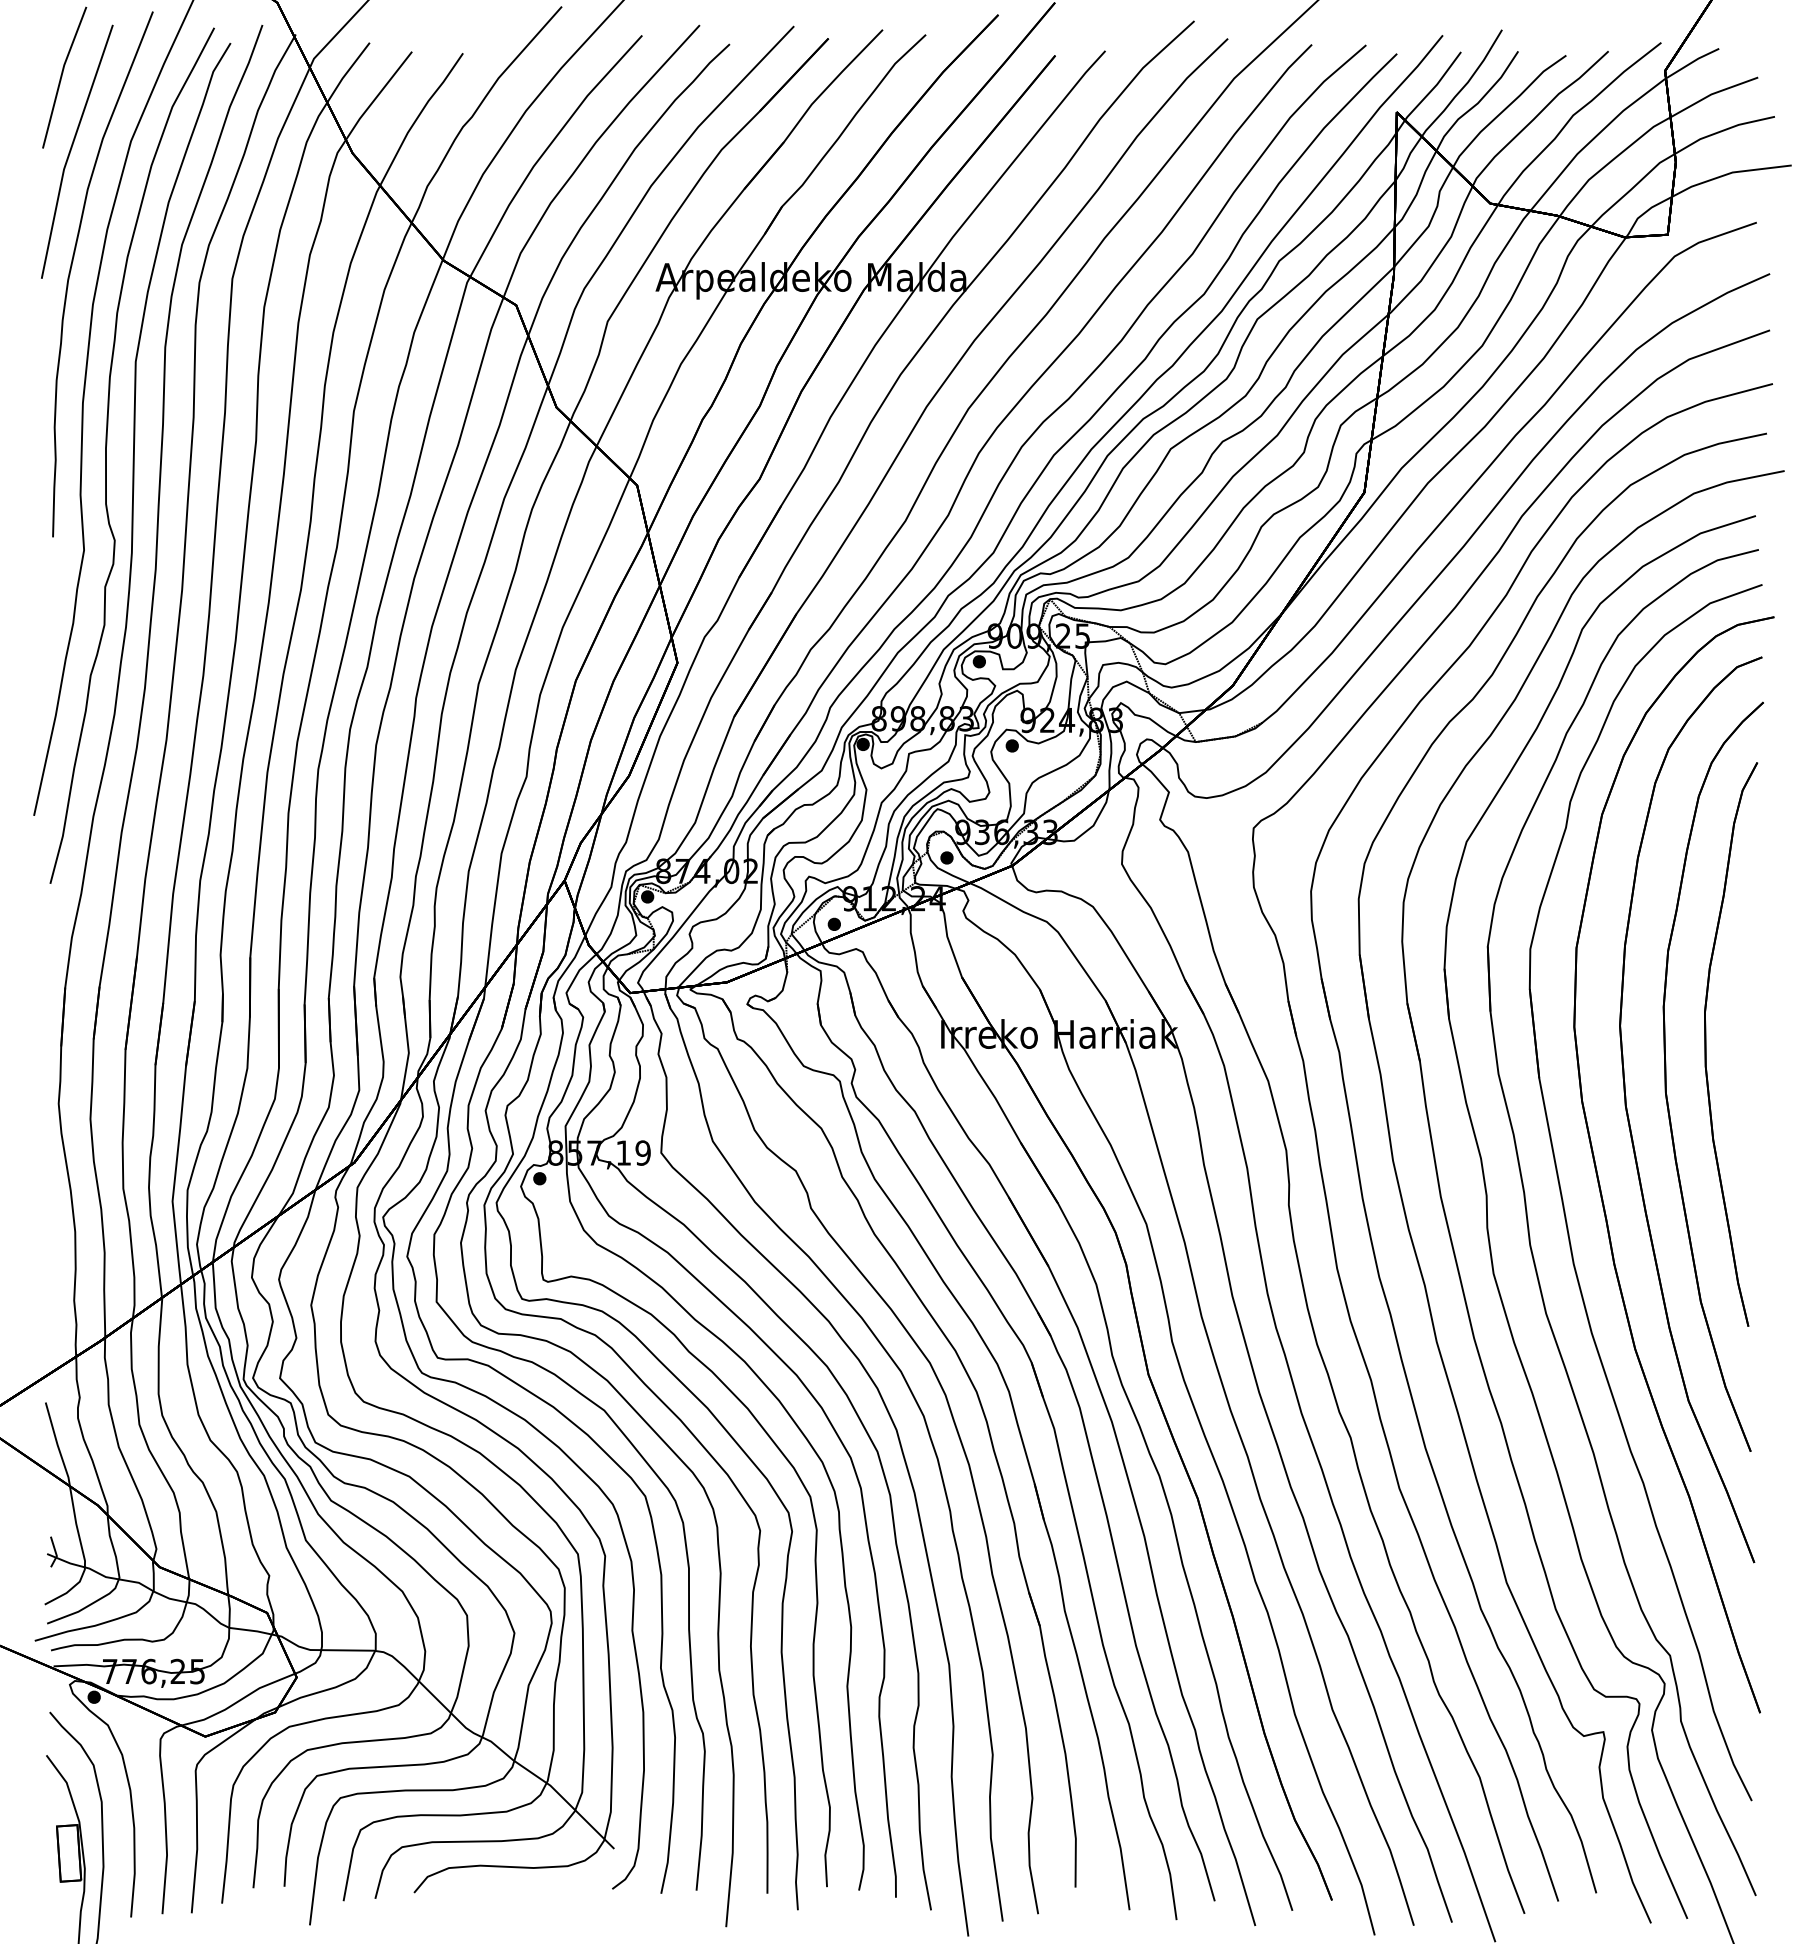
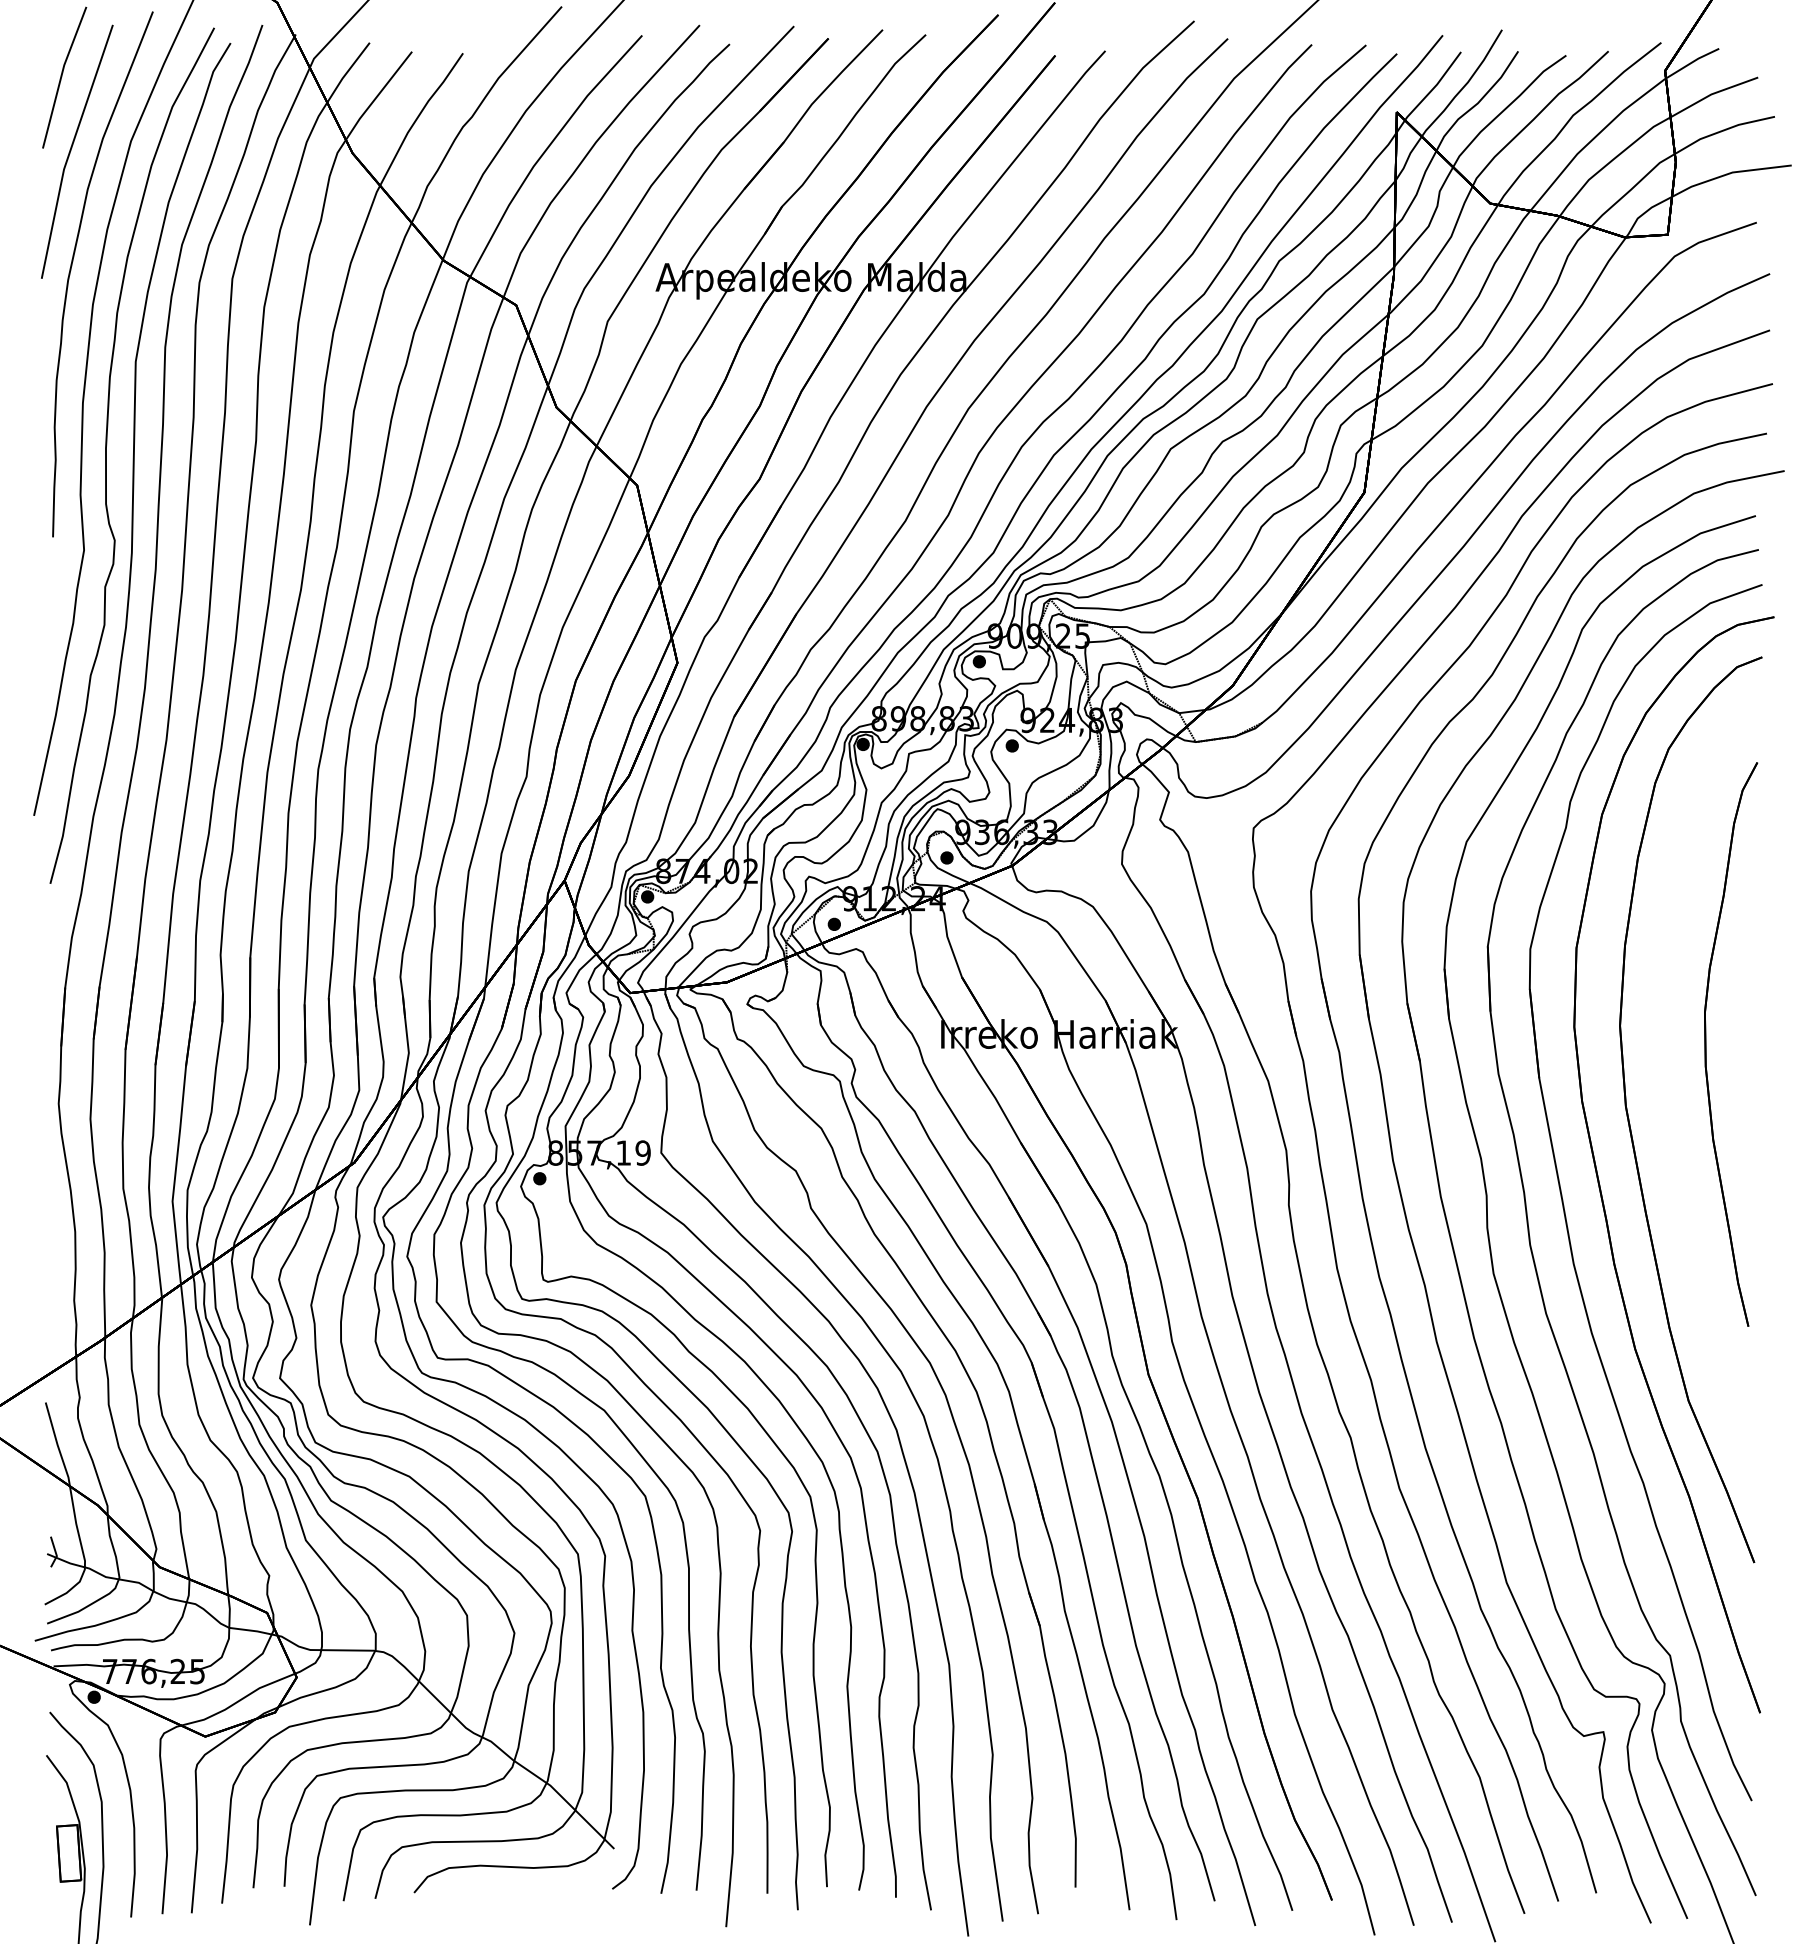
part at (1666, 1076): present -> none
